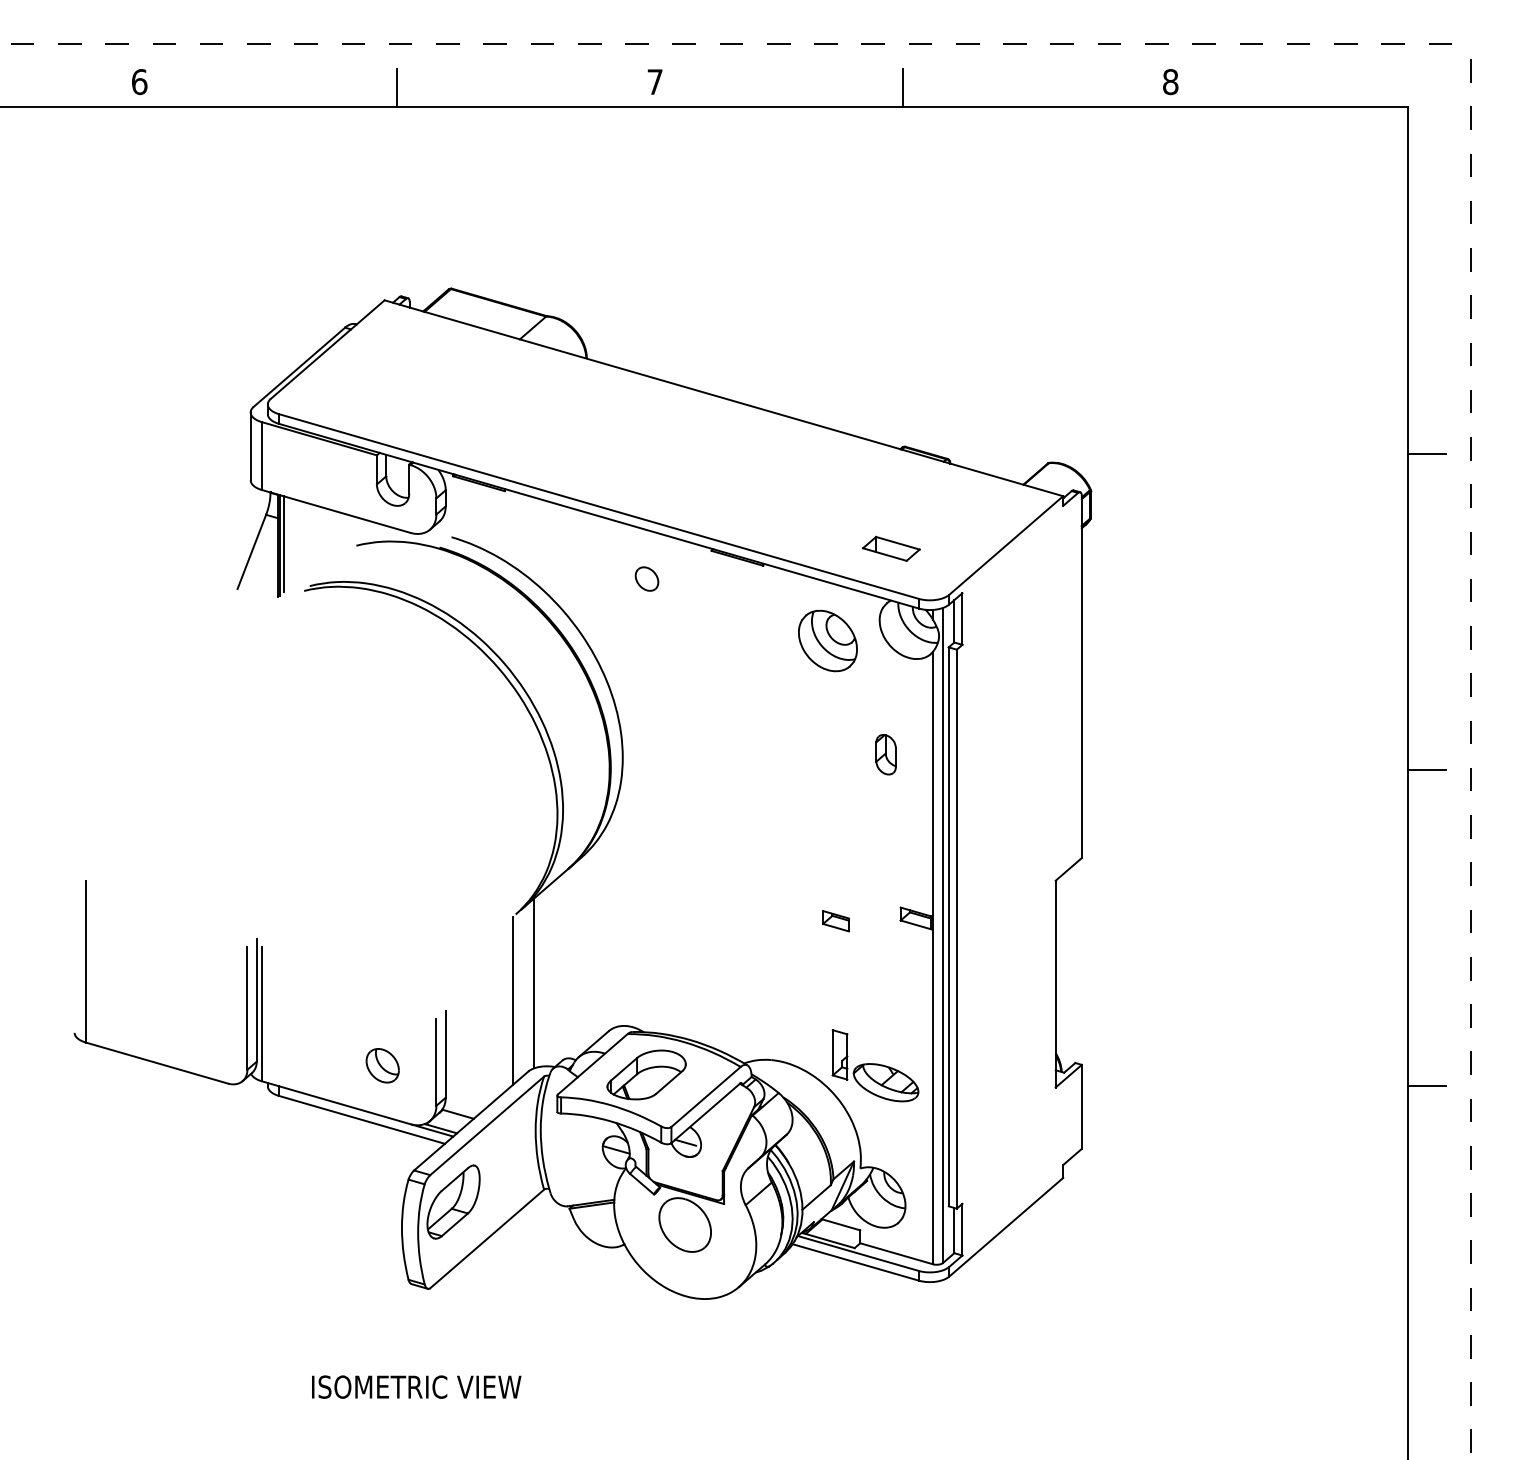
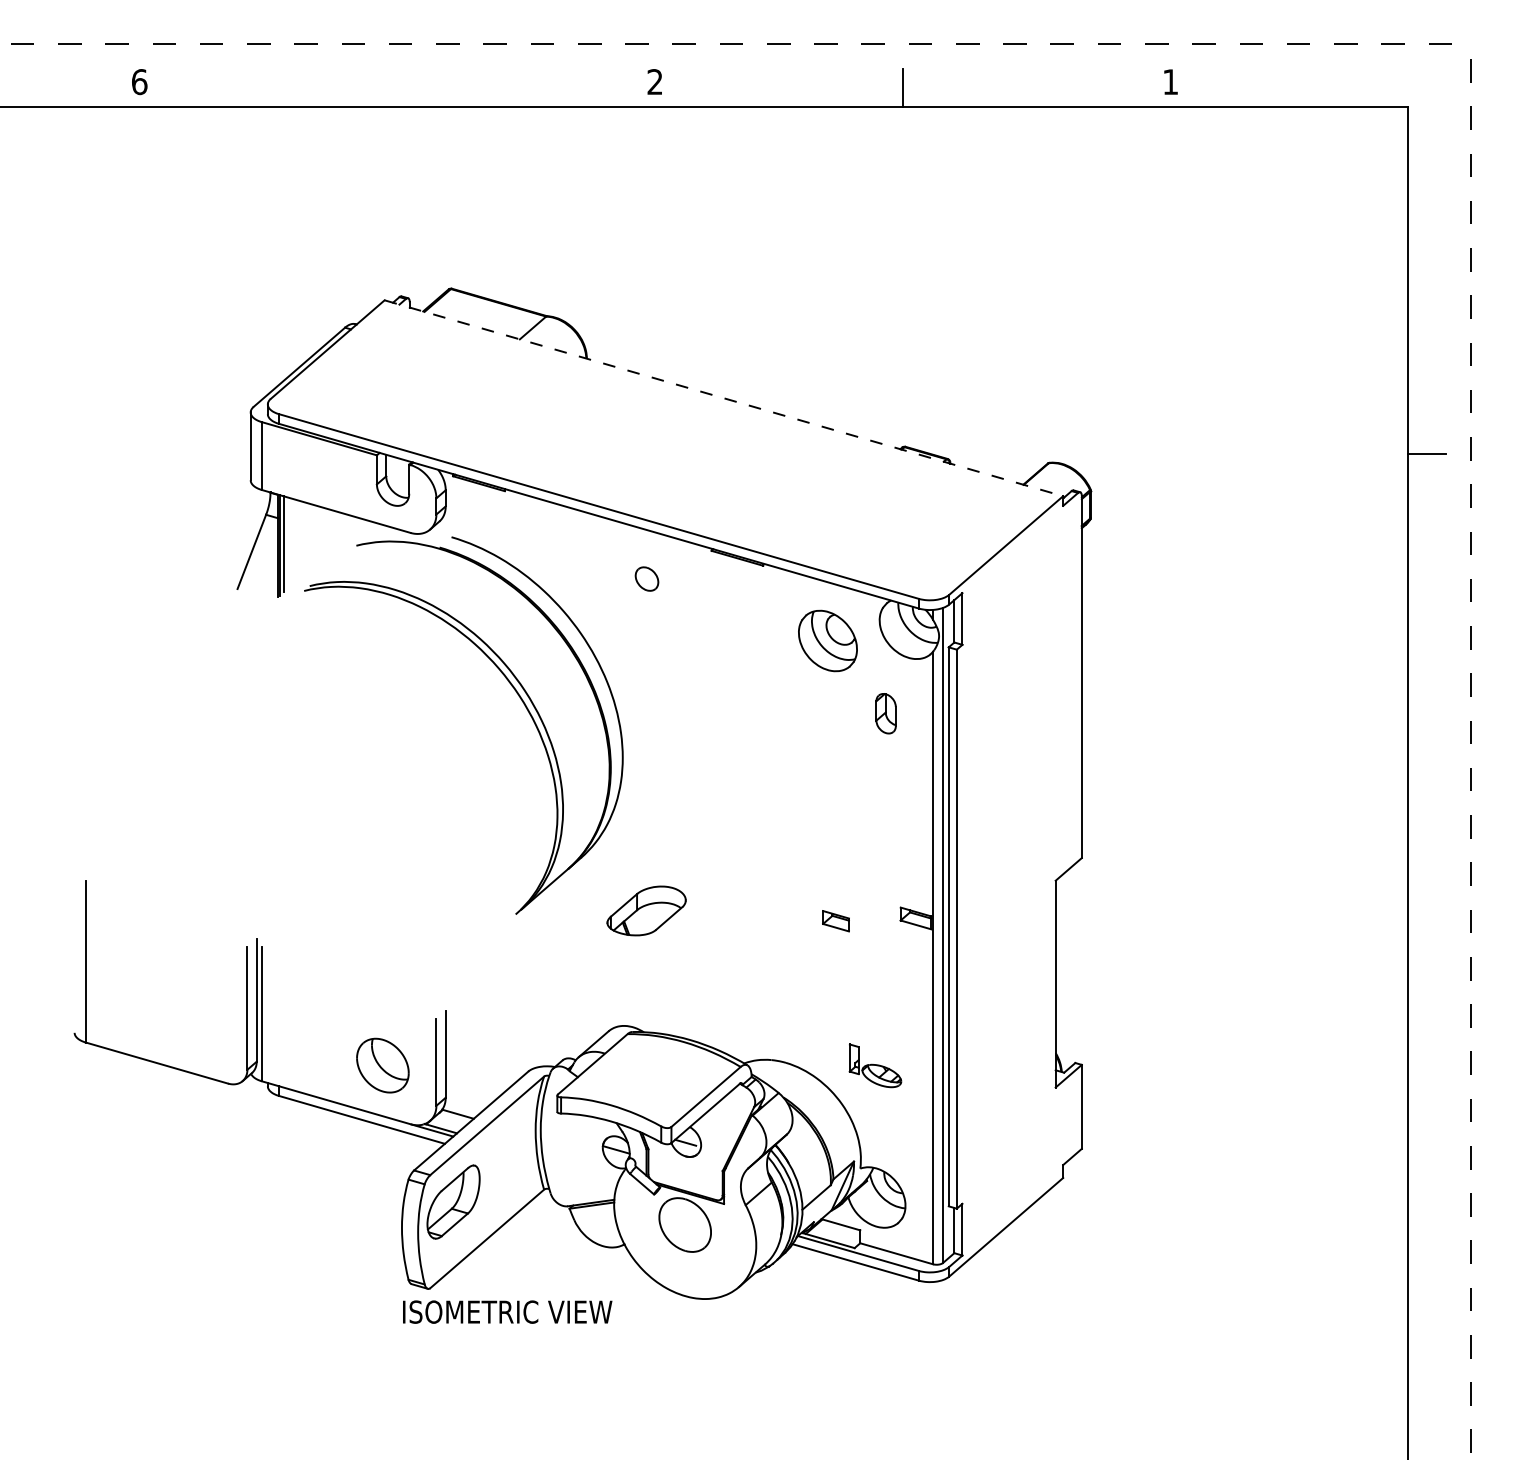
text at (654, 81): 7 -> 2
text at (1170, 82): 8 -> 1
line at (397, 87): present -> none
line at (724, 398): solid -> dashed
part at (890, 548): present -> none
part at (885, 754) position: (885, 754) -> (885, 713)
line at (1427, 770): present -> none
line at (534, 983): present -> none
line at (512, 1000): present -> none
part at (382, 1065) size: 35x36 px -> 54x57 px
part at (875, 1065) size: 89x74 px -> 55x46 px
part at (646, 1074) position: (646, 1074) -> (646, 910)
line at (1427, 1086): present -> none
text at (416, 1386) position: (416, 1386) -> (507, 1311)
